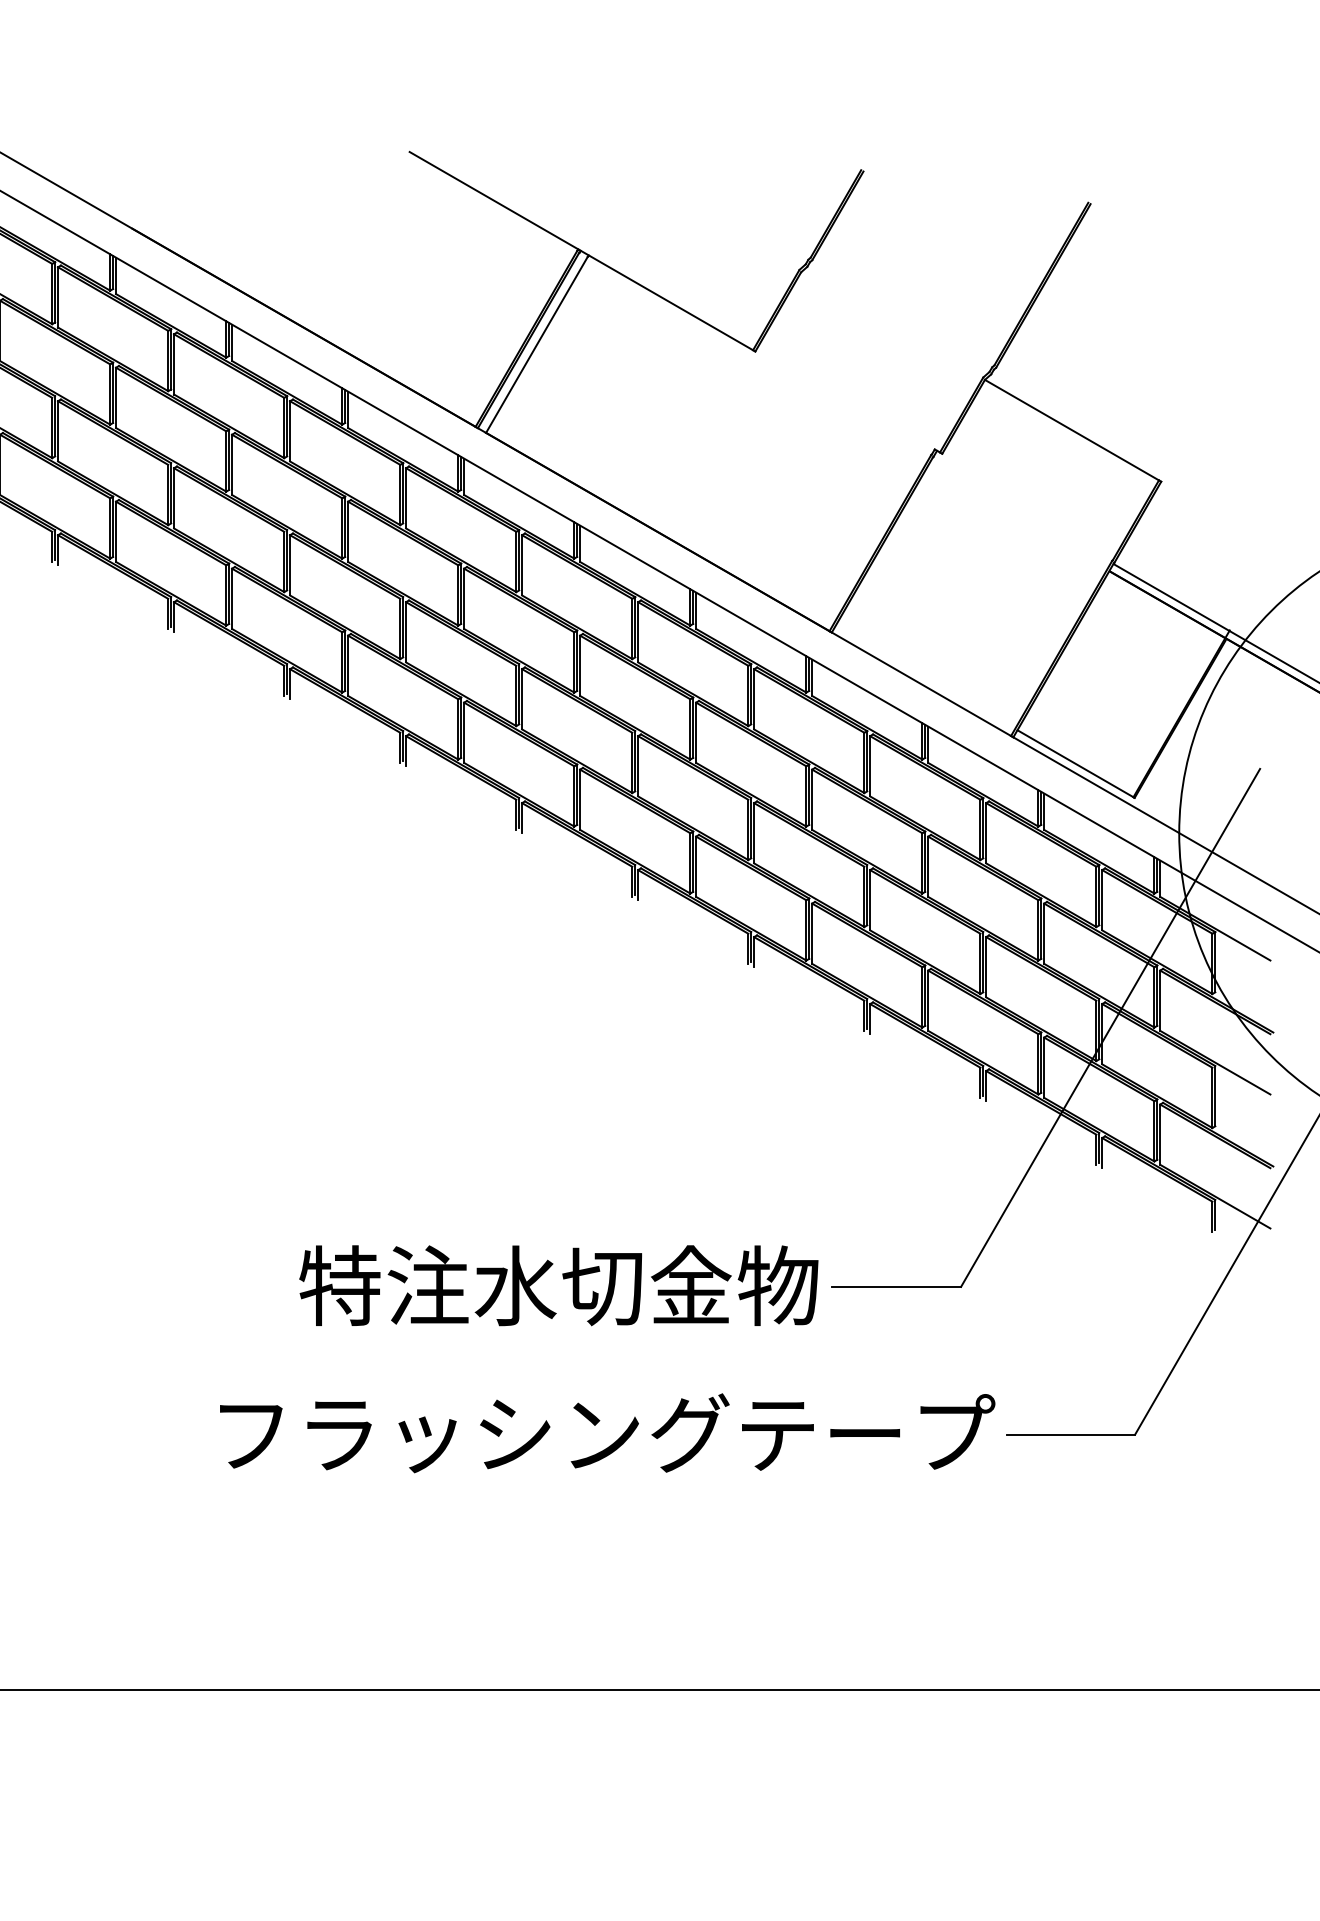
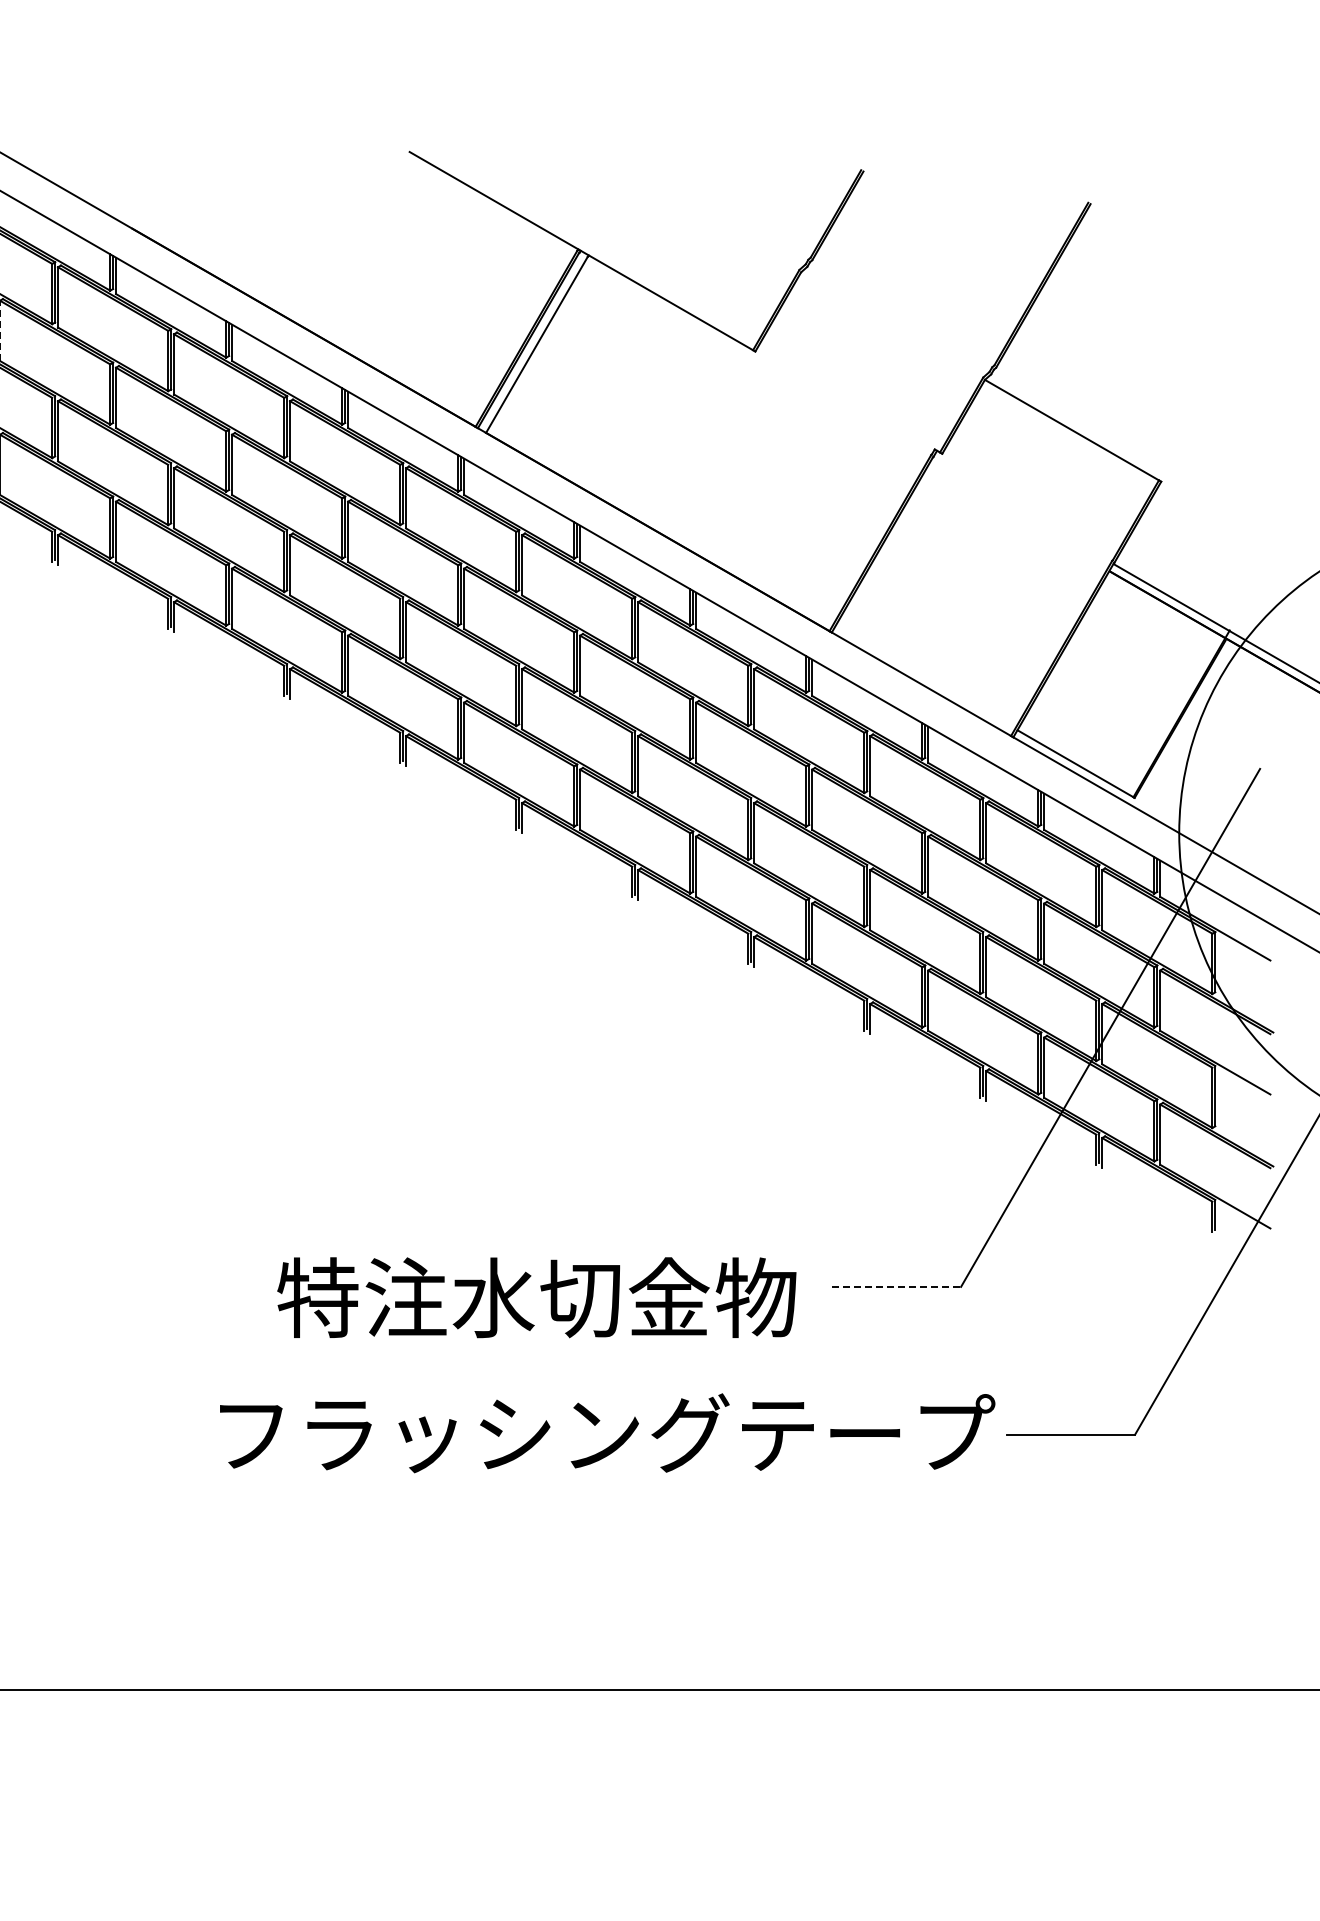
line at (0, 330): solid -> dashed
text at (558, 1285) position: (558, 1285) -> (536, 1297)
line at (897, 1286): solid -> dashed
